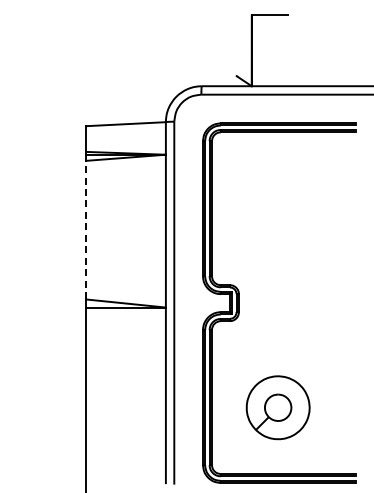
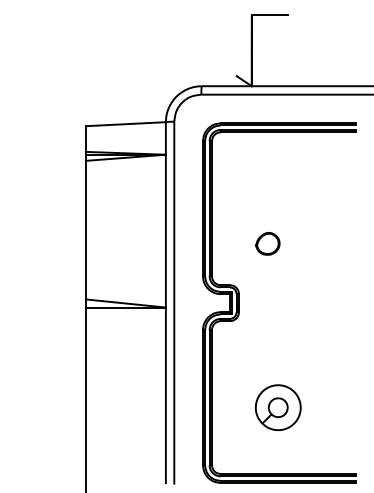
line at (86, 229): dashed -> solid
part at (267, 243): none -> present
part at (277, 407) size: 66x66 px -> 47x47 px
